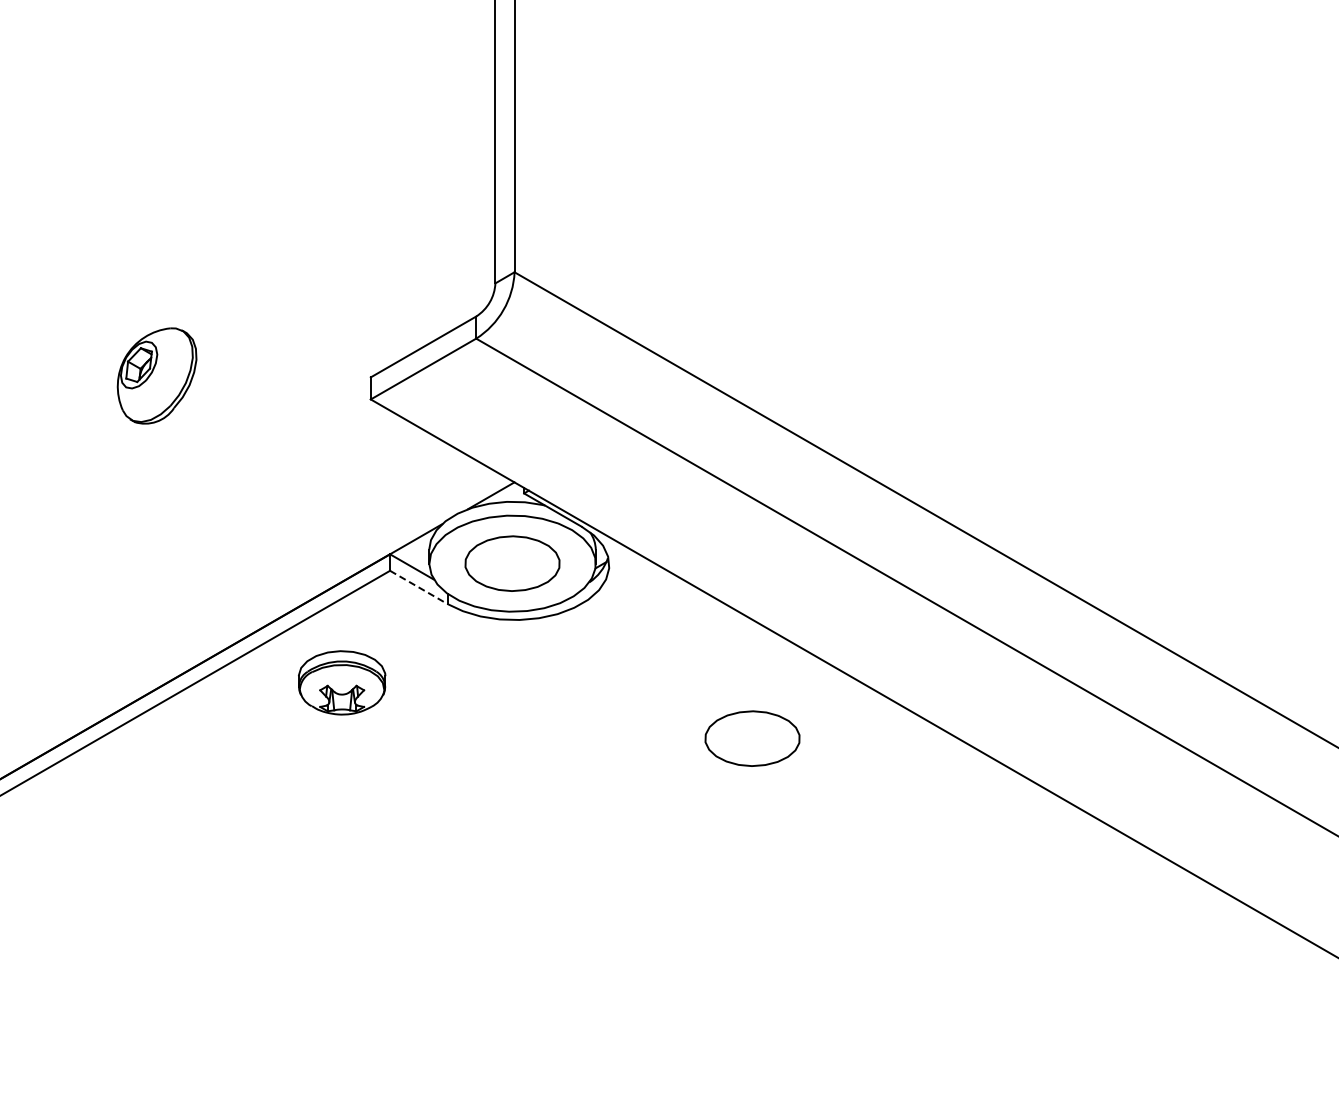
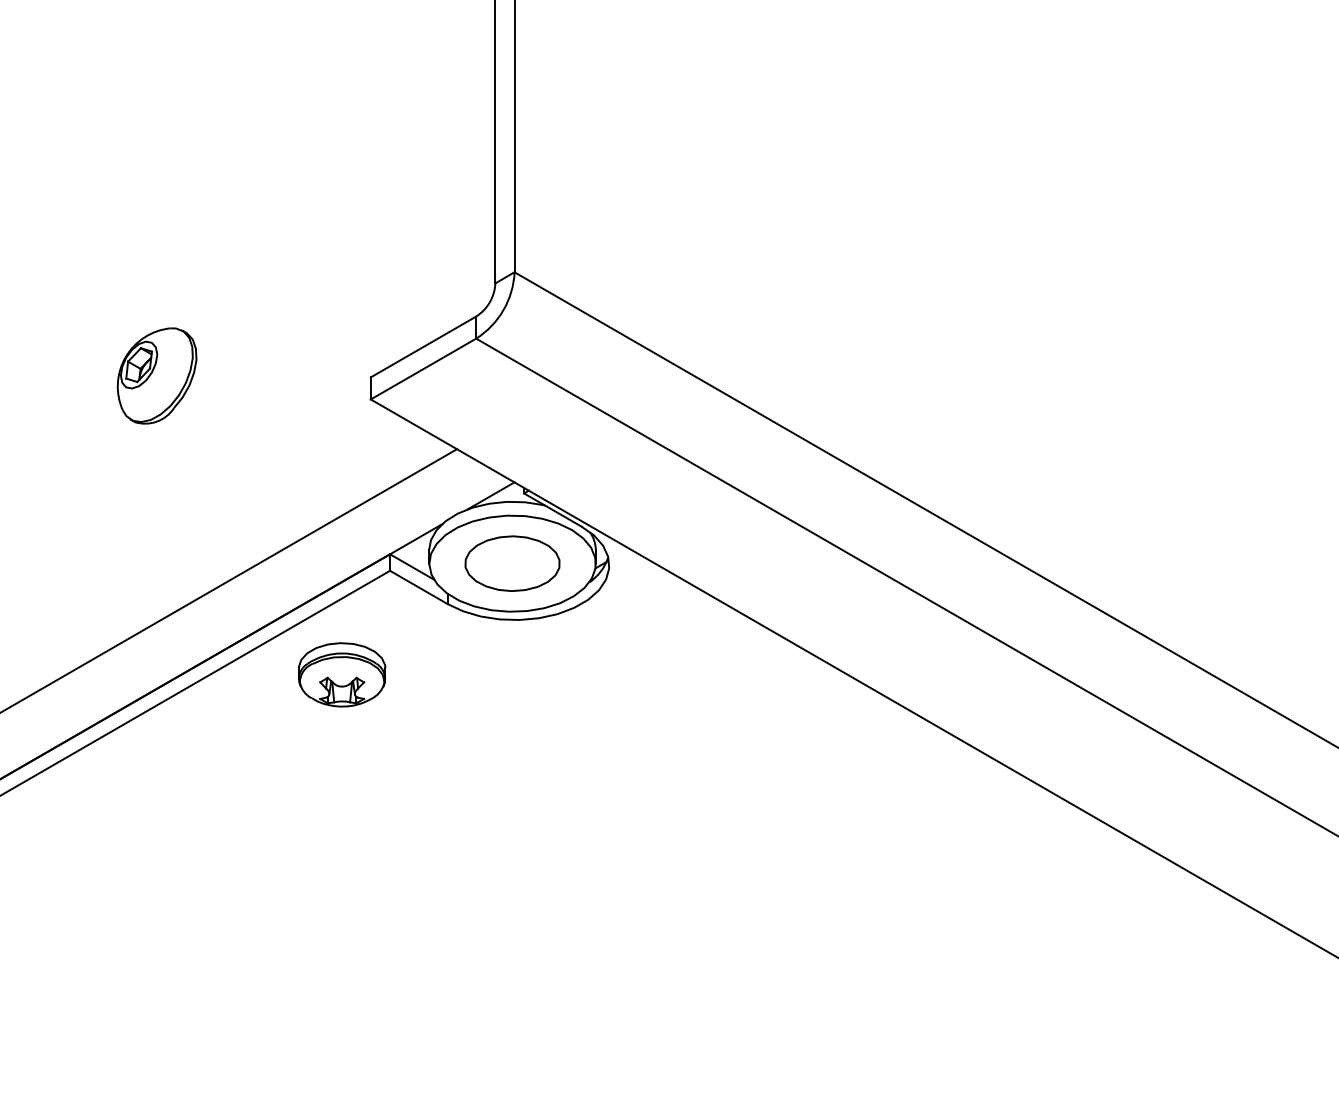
line at (229, 580): none -> present
line at (419, 587): dashed -> solid
part at (342, 682) position: (342, 682) -> (342, 674)
part at (752, 738): present -> none
